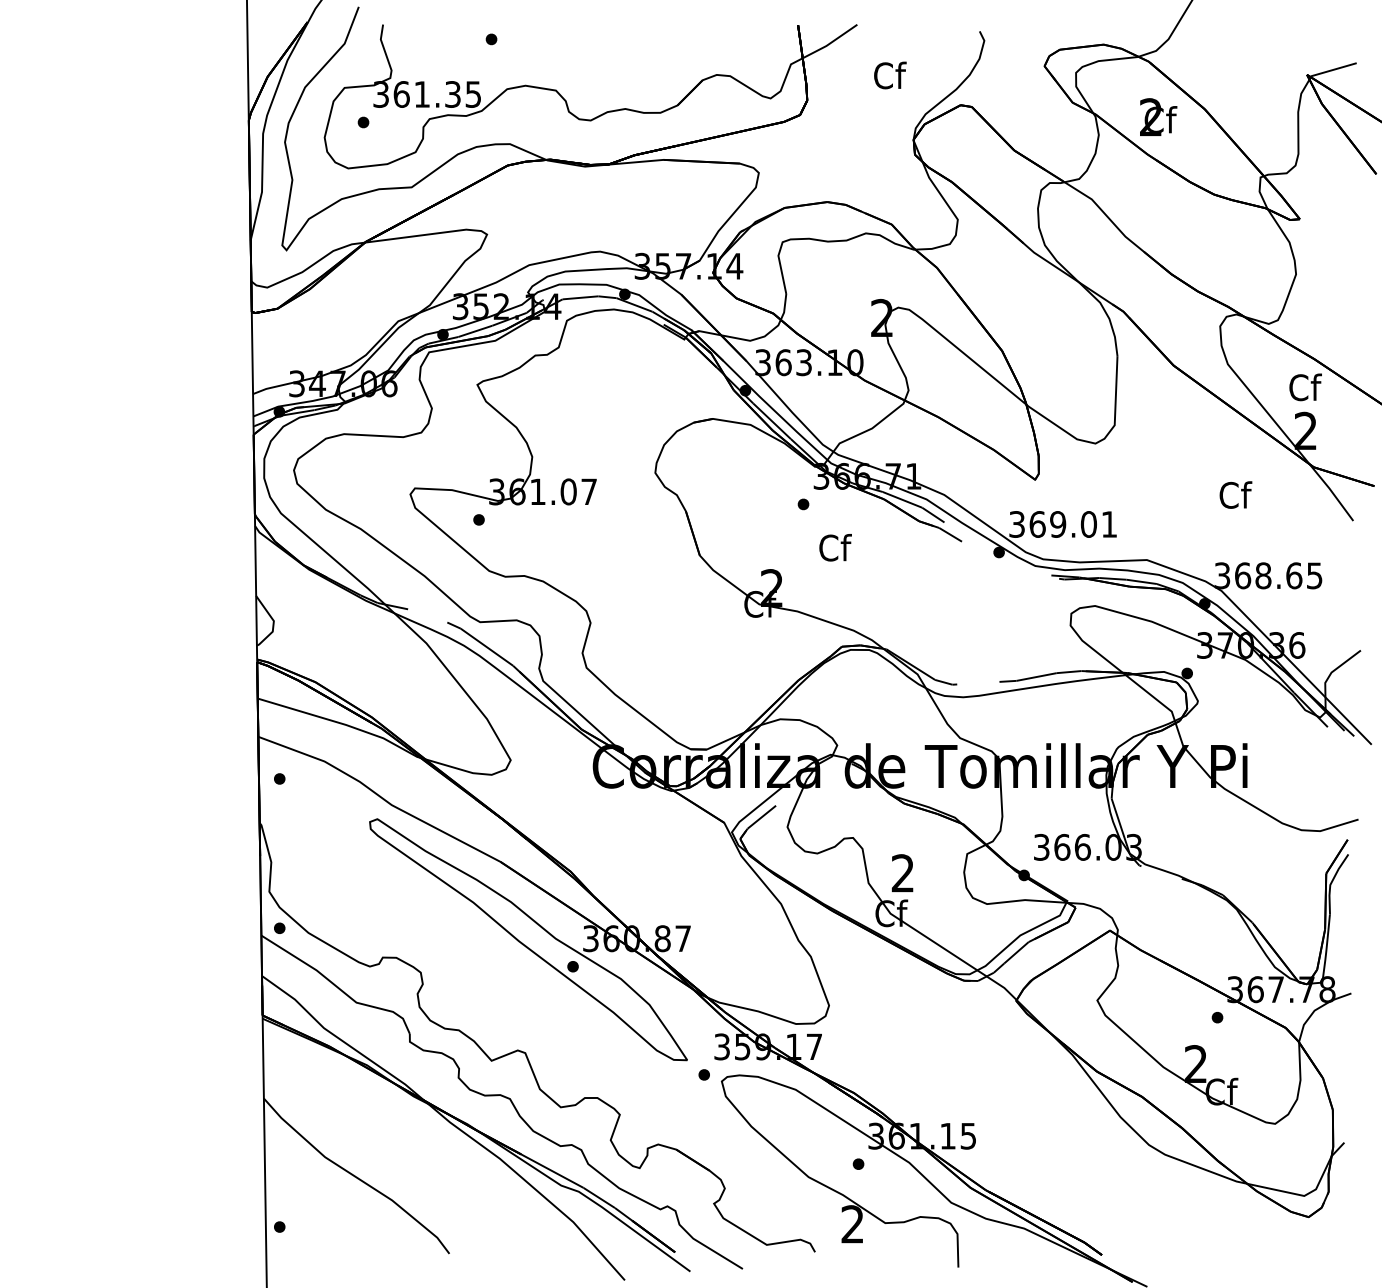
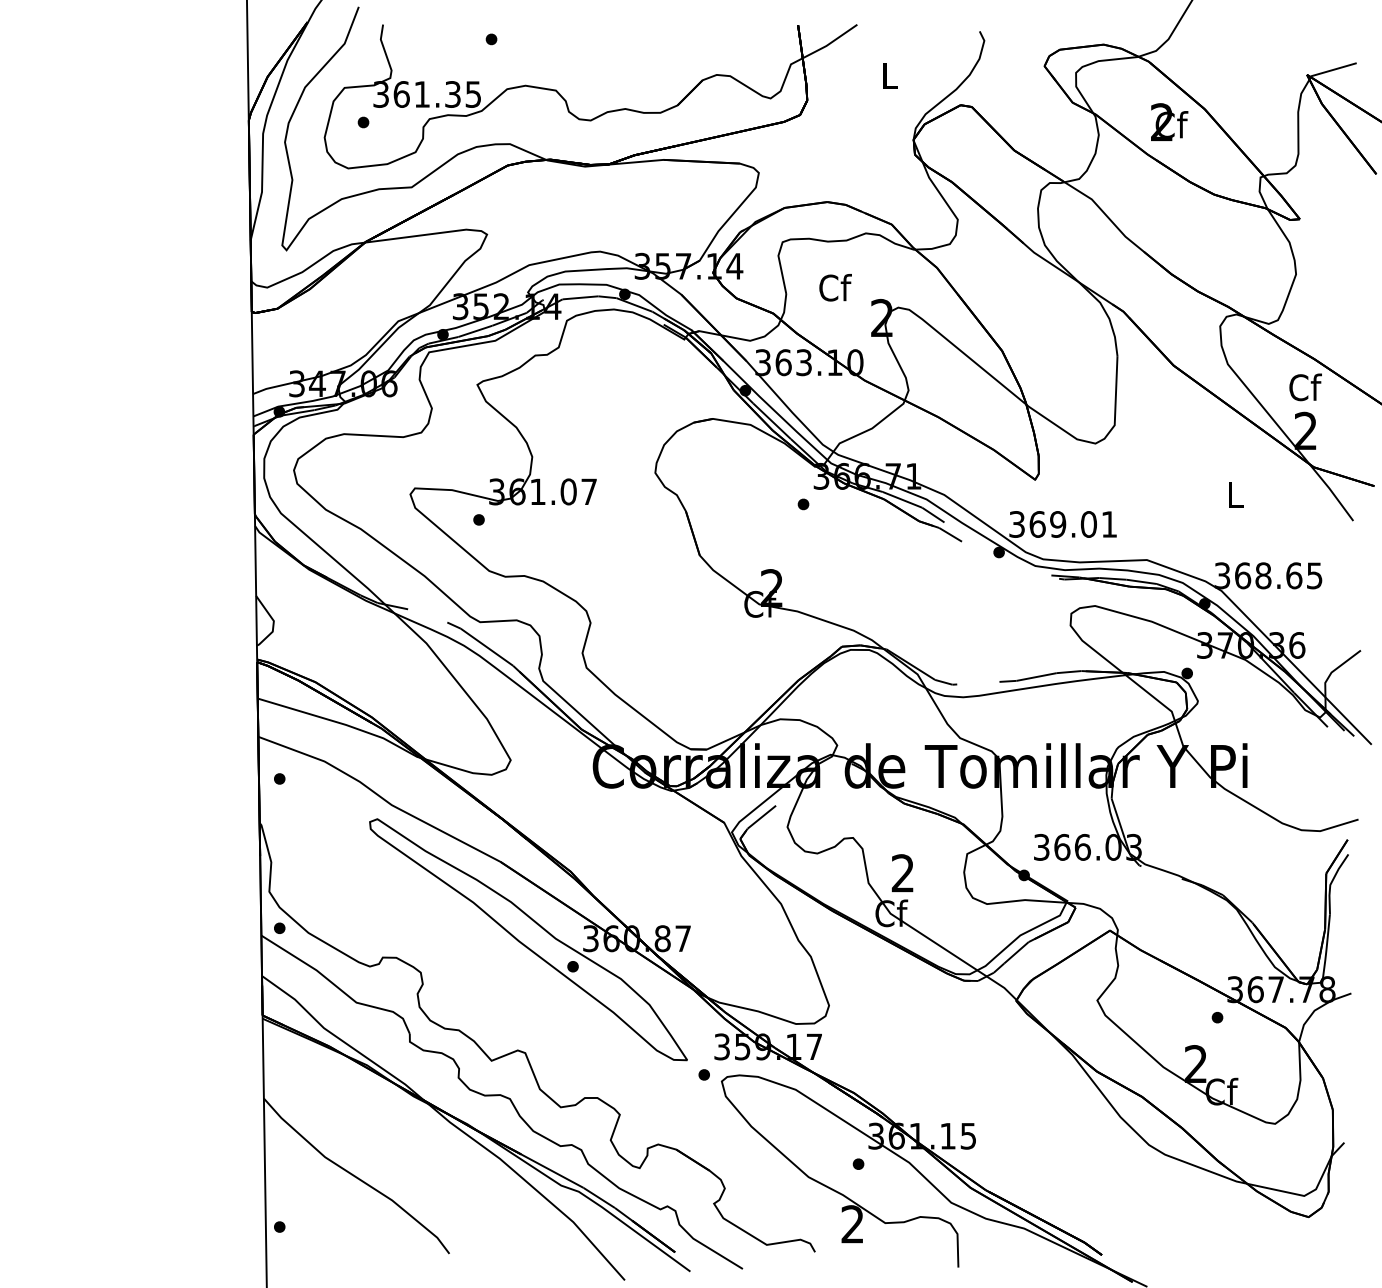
text at (890, 75): Cf -> L
text at (1158, 116) position: (1158, 116) -> (1169, 121)
text at (1235, 494): Cf -> L
text at (835, 547) position: (835, 547) -> (835, 287)
